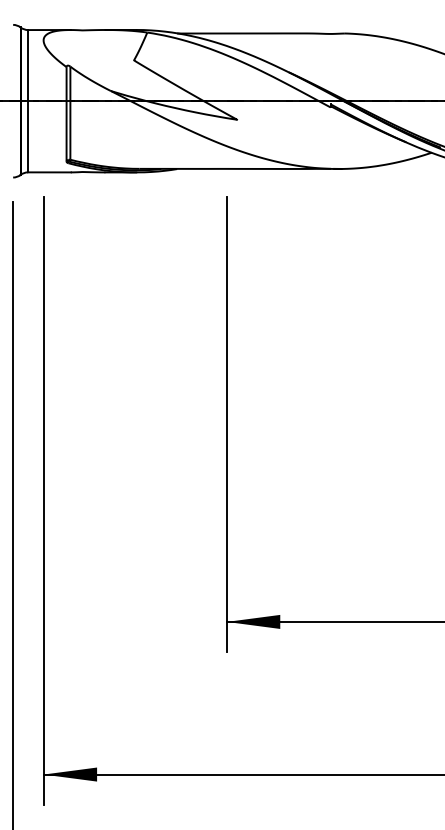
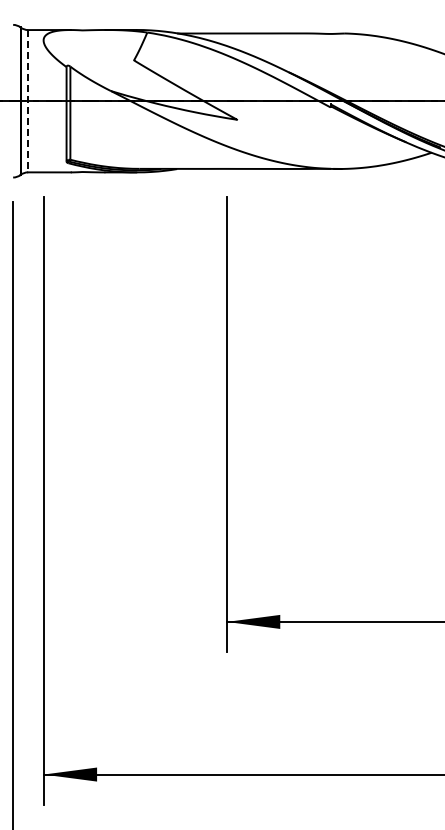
line at (28, 101): solid -> dashed
